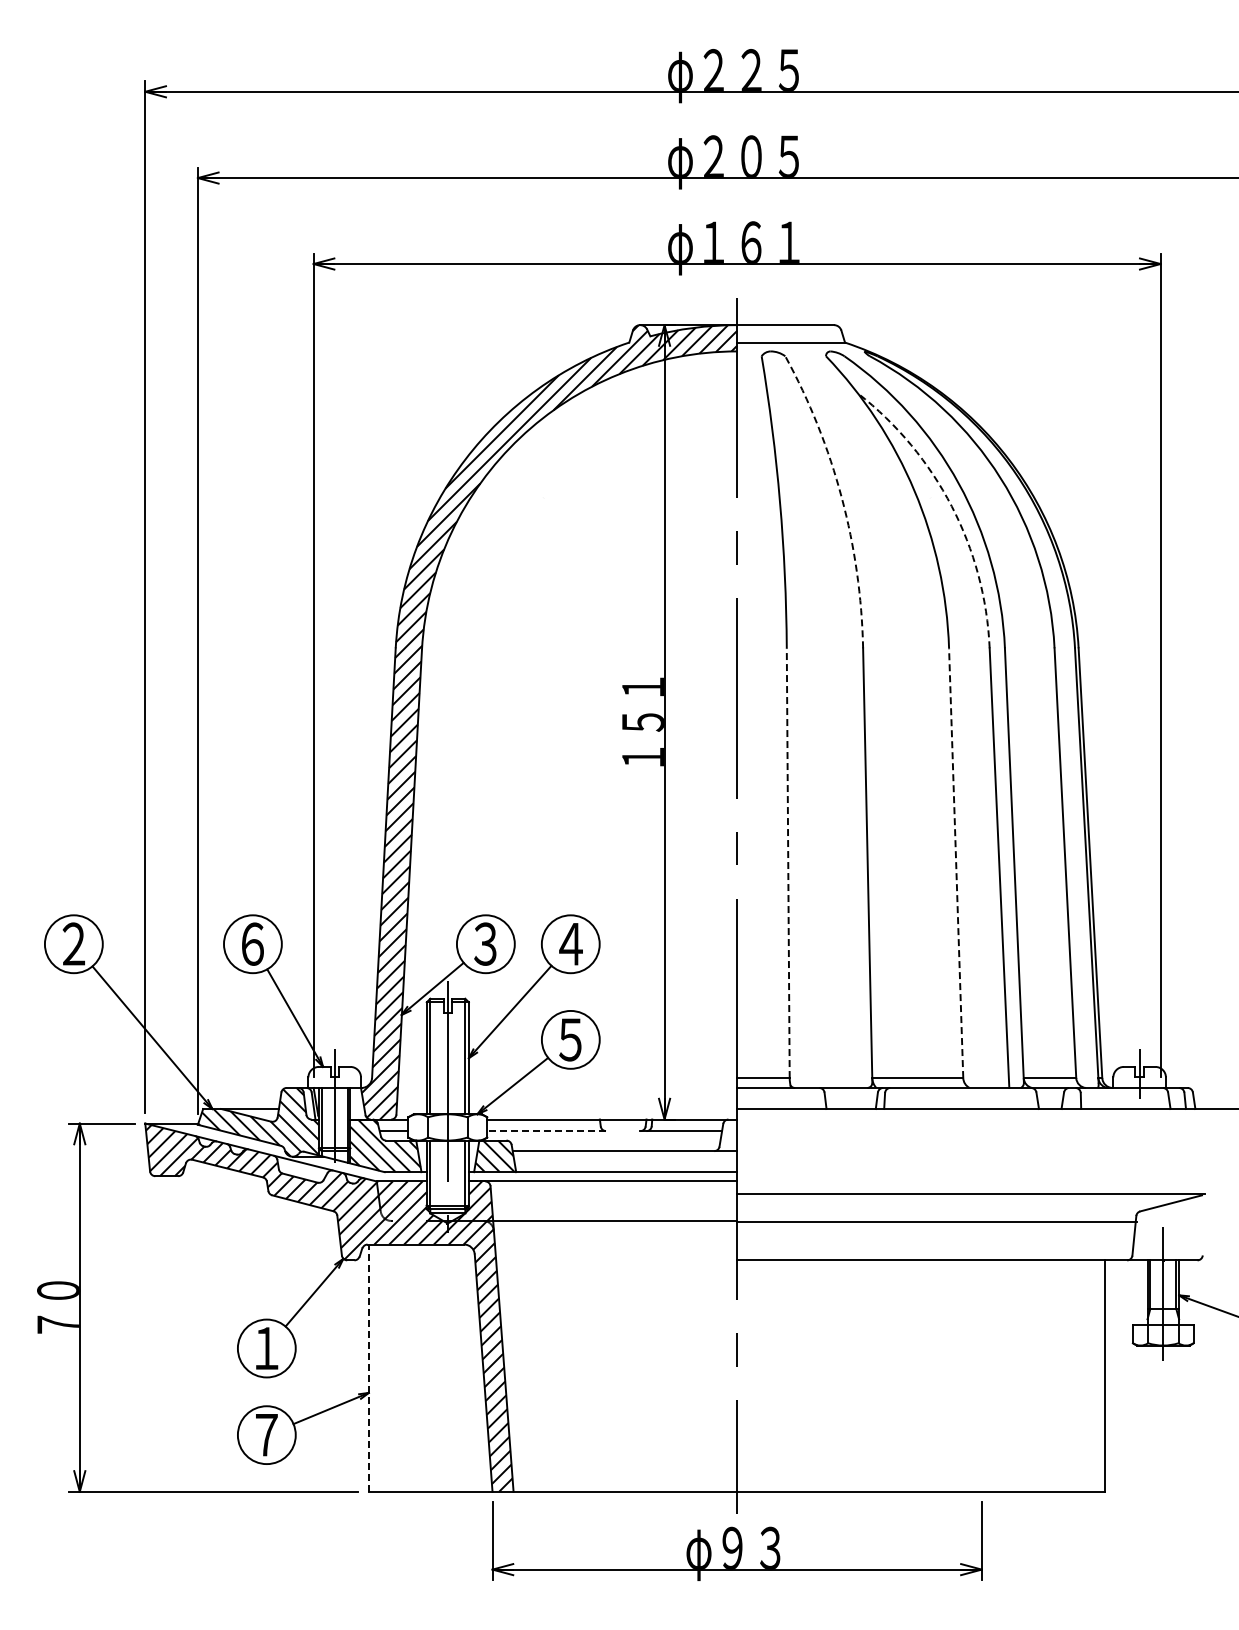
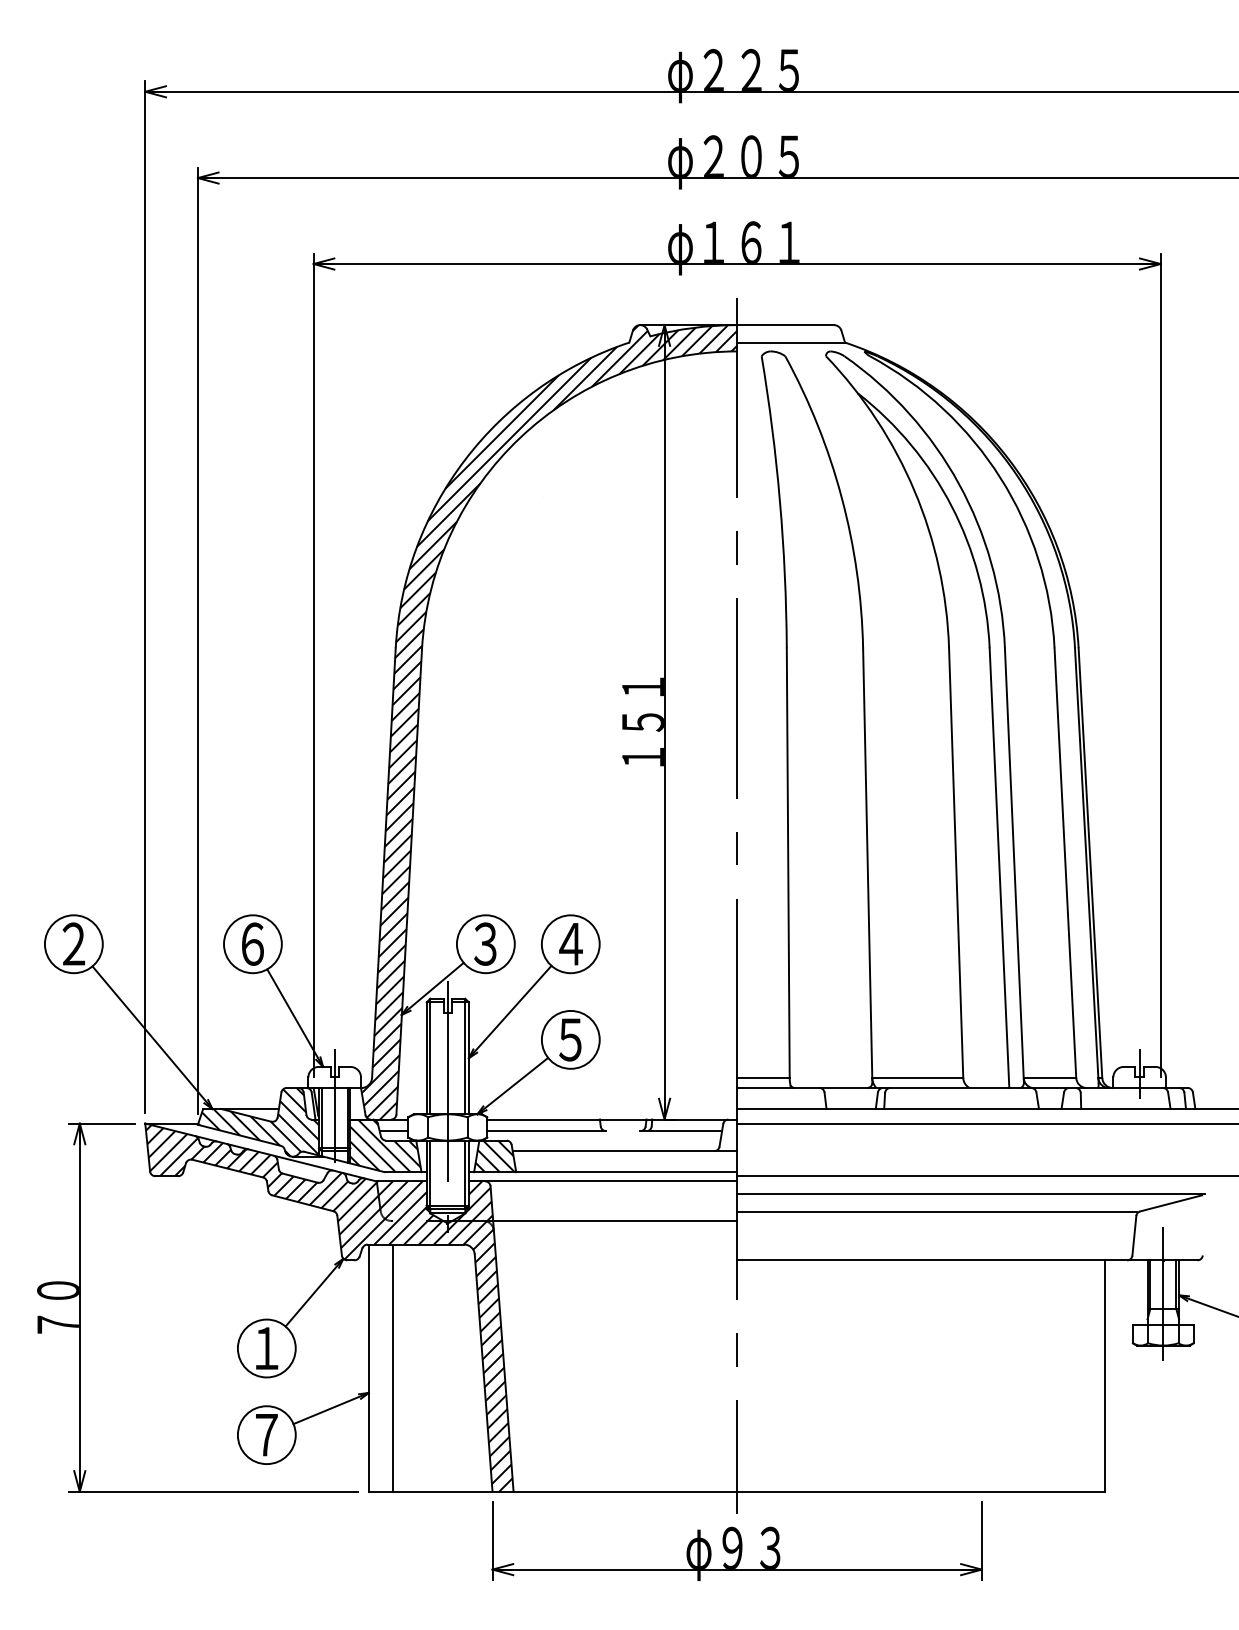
arc at (841, 497): dashed -> solid
arc at (951, 506): dashed -> solid
line at (788, 863): dashed -> solid
line at (956, 863): dashed -> solid
line at (986, 1123): none -> present
line at (546, 1131): dashed -> solid
line at (986, 1176): none -> present
line at (936, 1222) position: (936, 1222) -> (936, 1212)
line at (392, 1367): none -> present
line at (368, 1368): dashed -> solid
